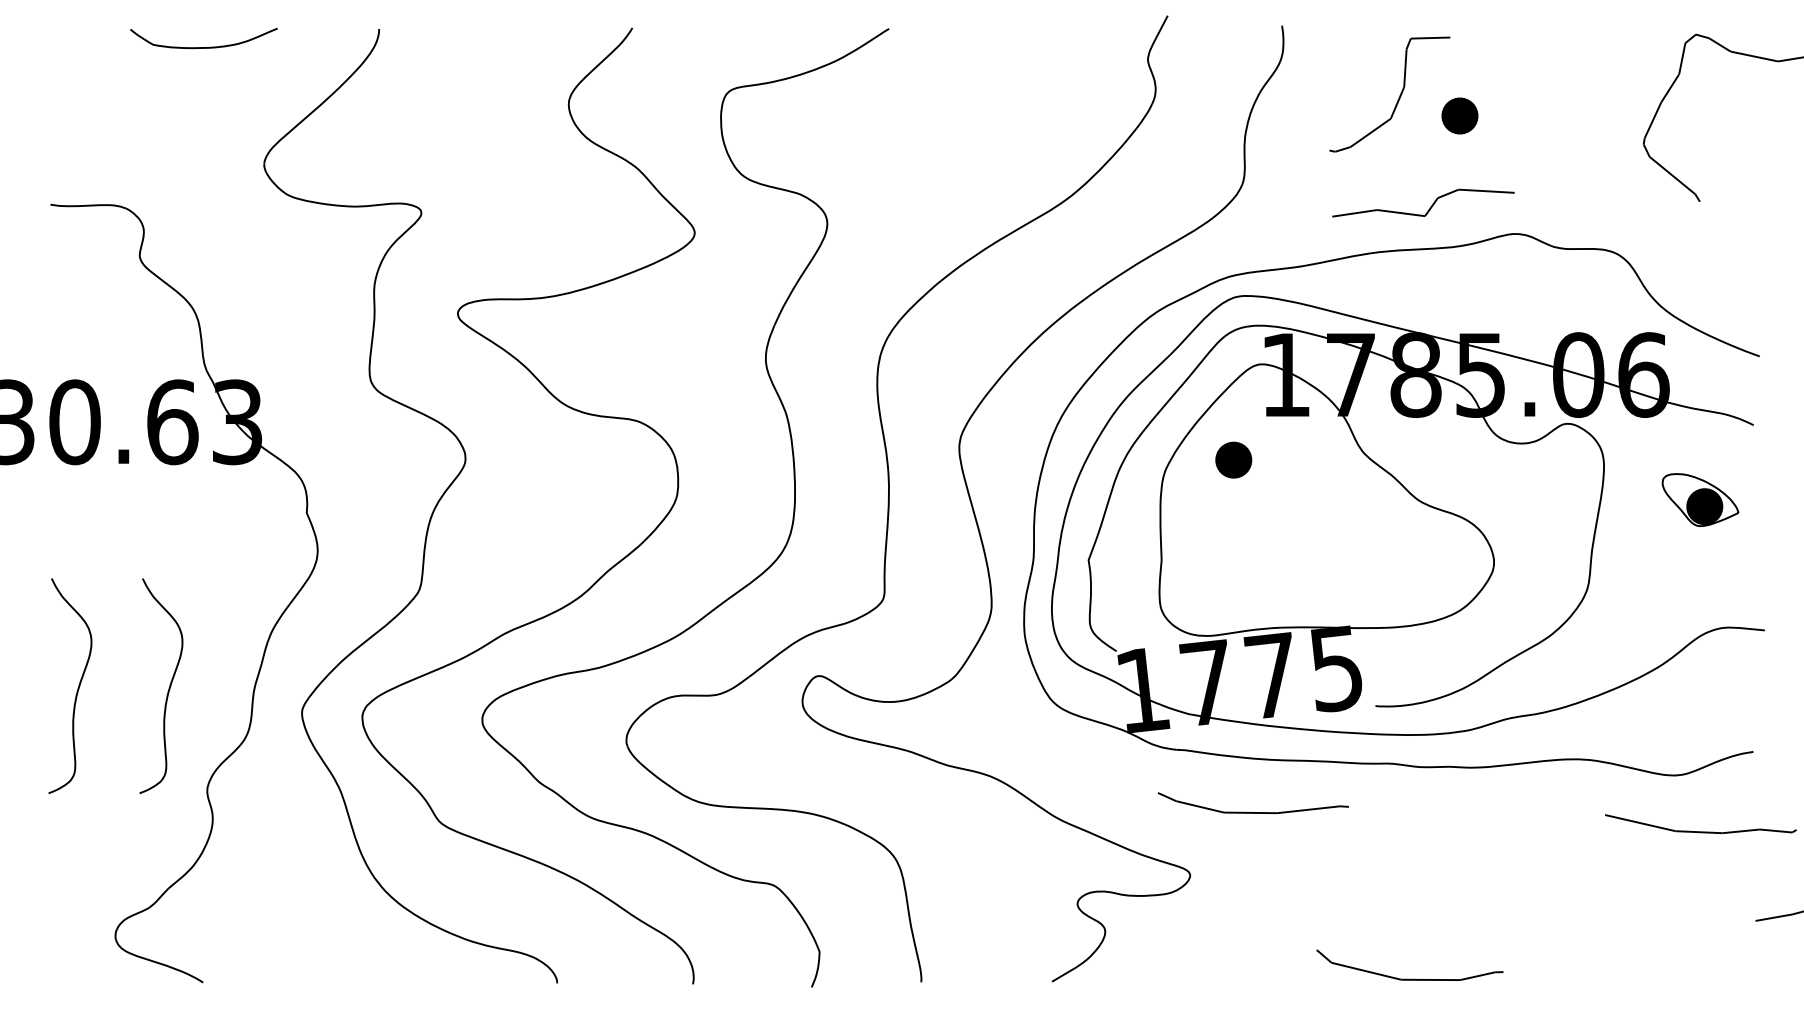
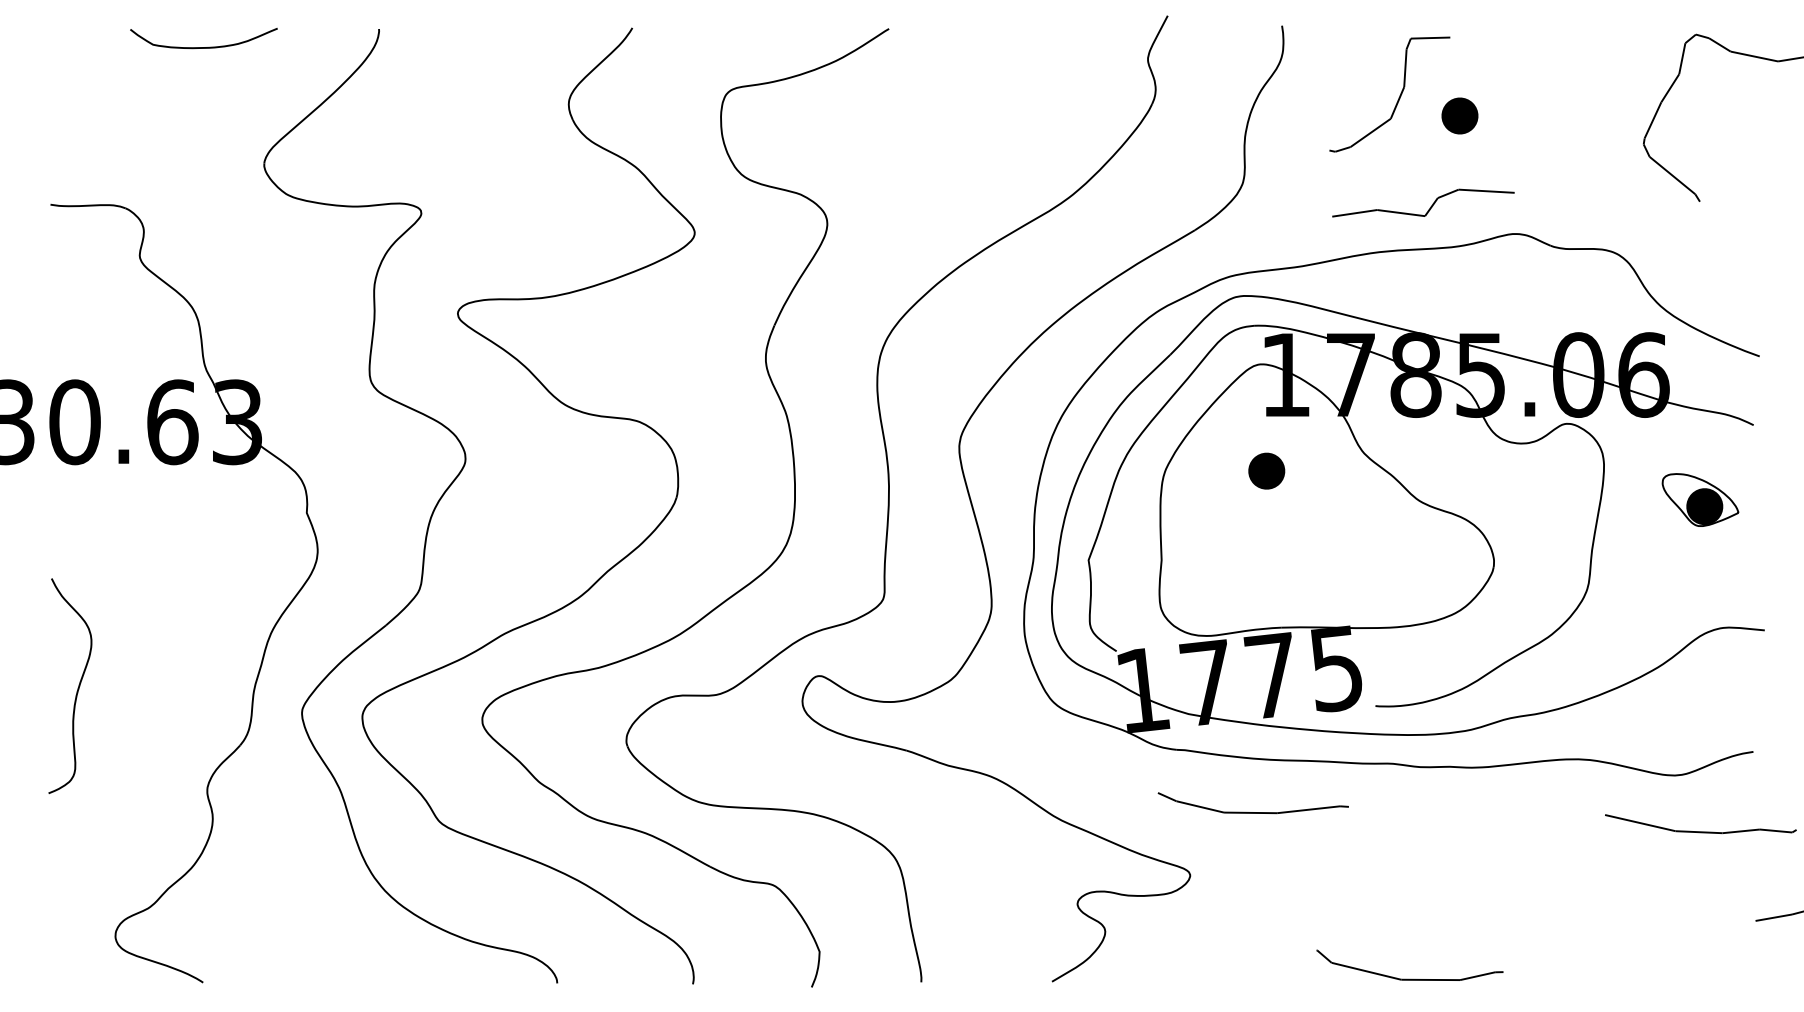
part at (1233, 459) position: (1233, 459) -> (1266, 470)
curve at (168, 688): present -> none
